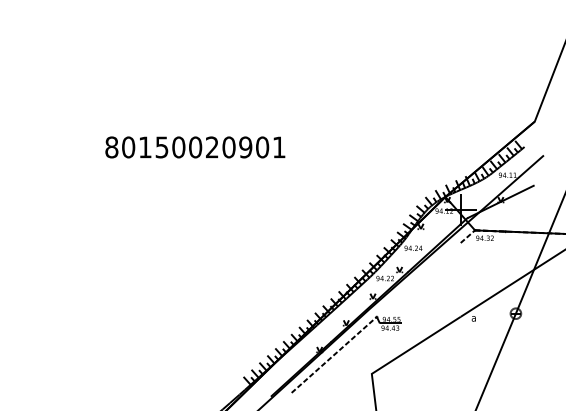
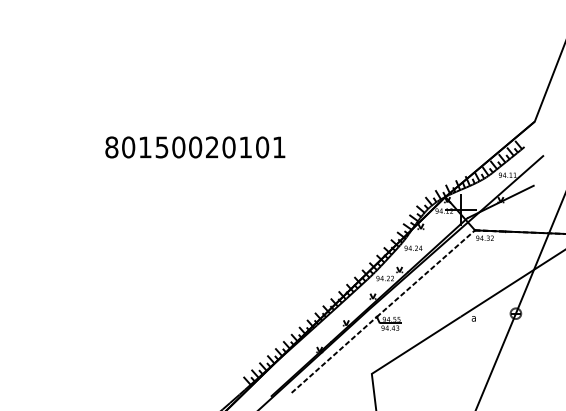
text at (245, 147): 80150020901 -> 80150020101
line at (418, 279): none -> present
